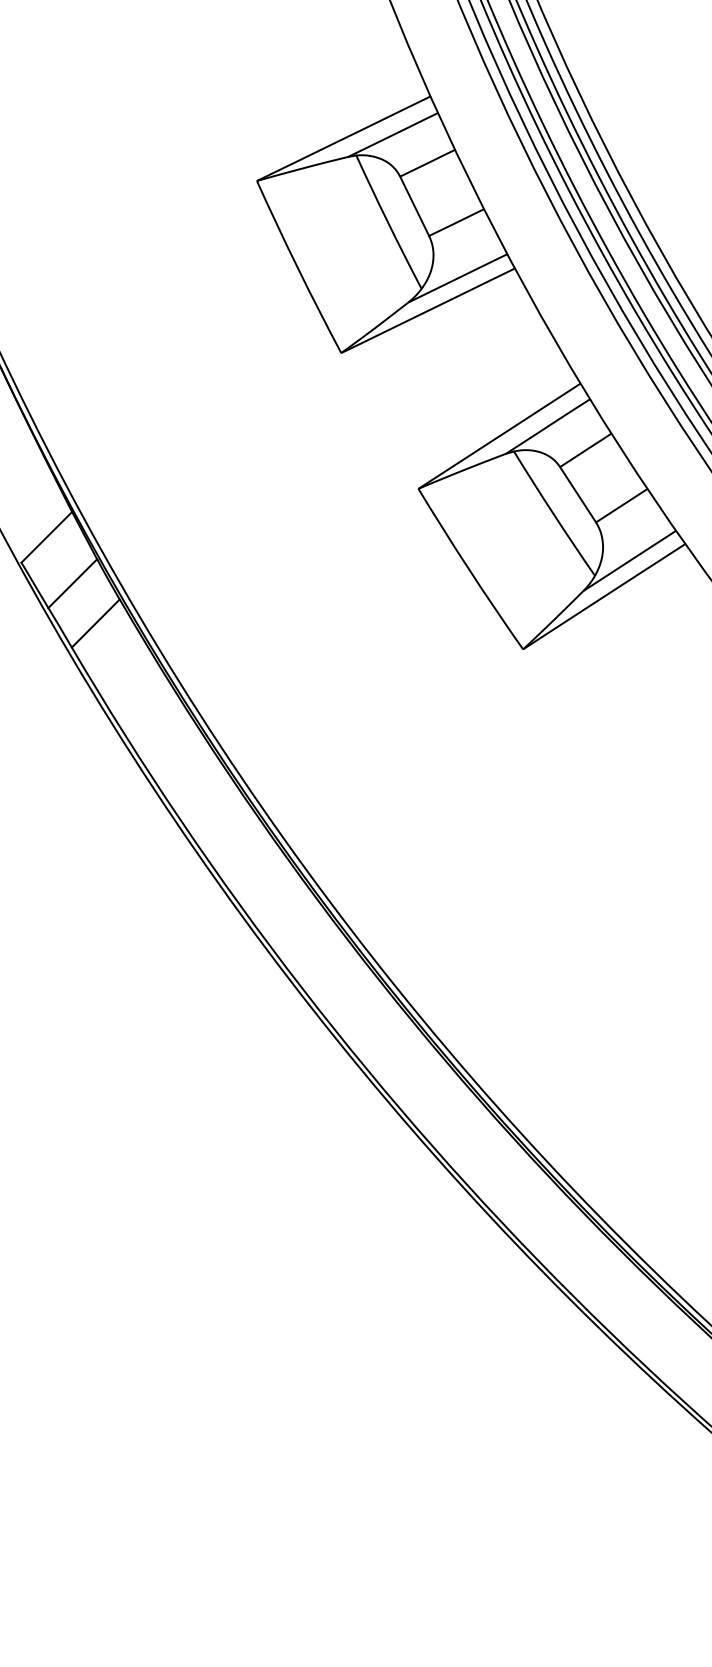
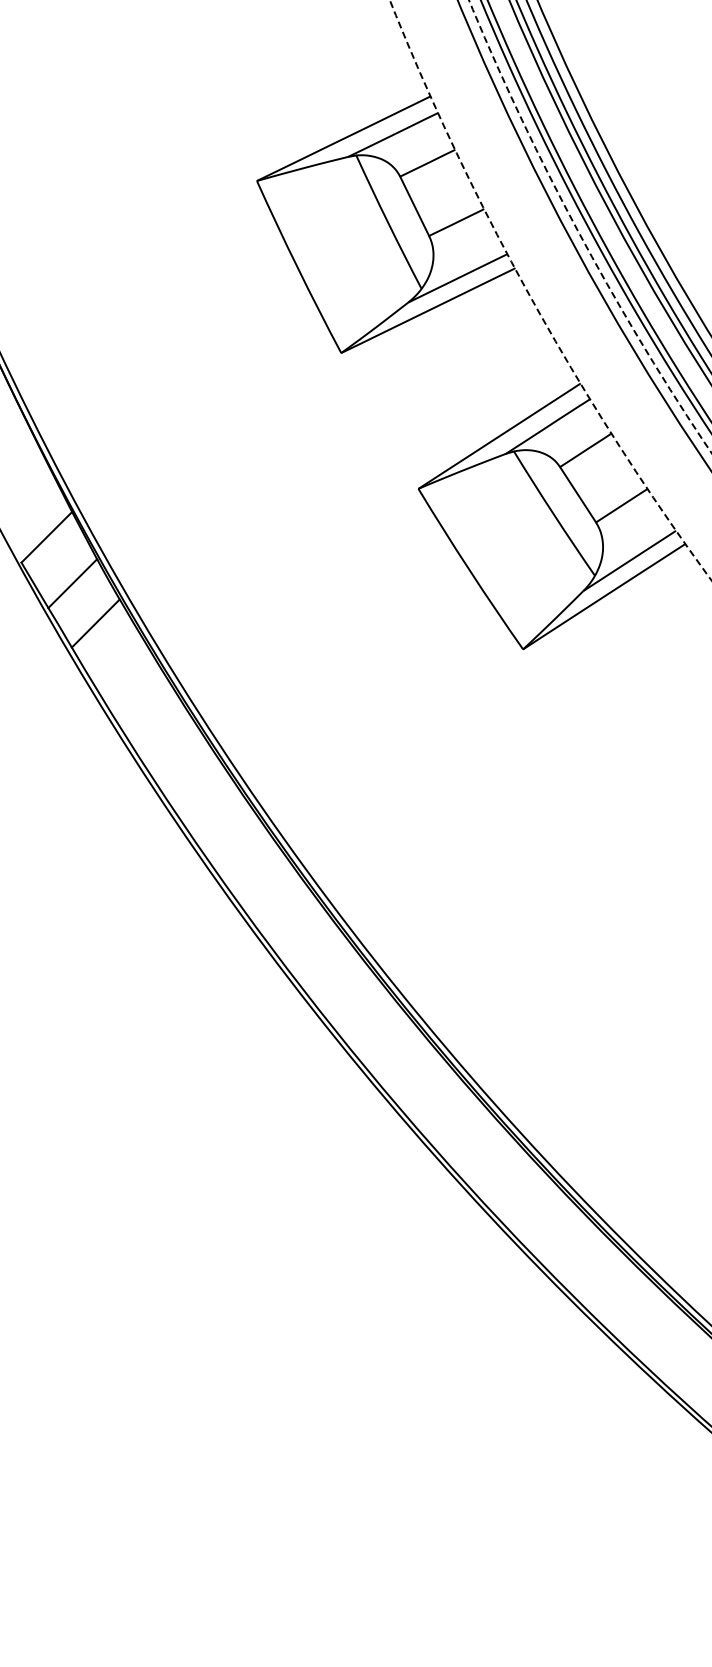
arc at (578, 231): solid -> dashed
arc at (531, 298): solid -> dashed
